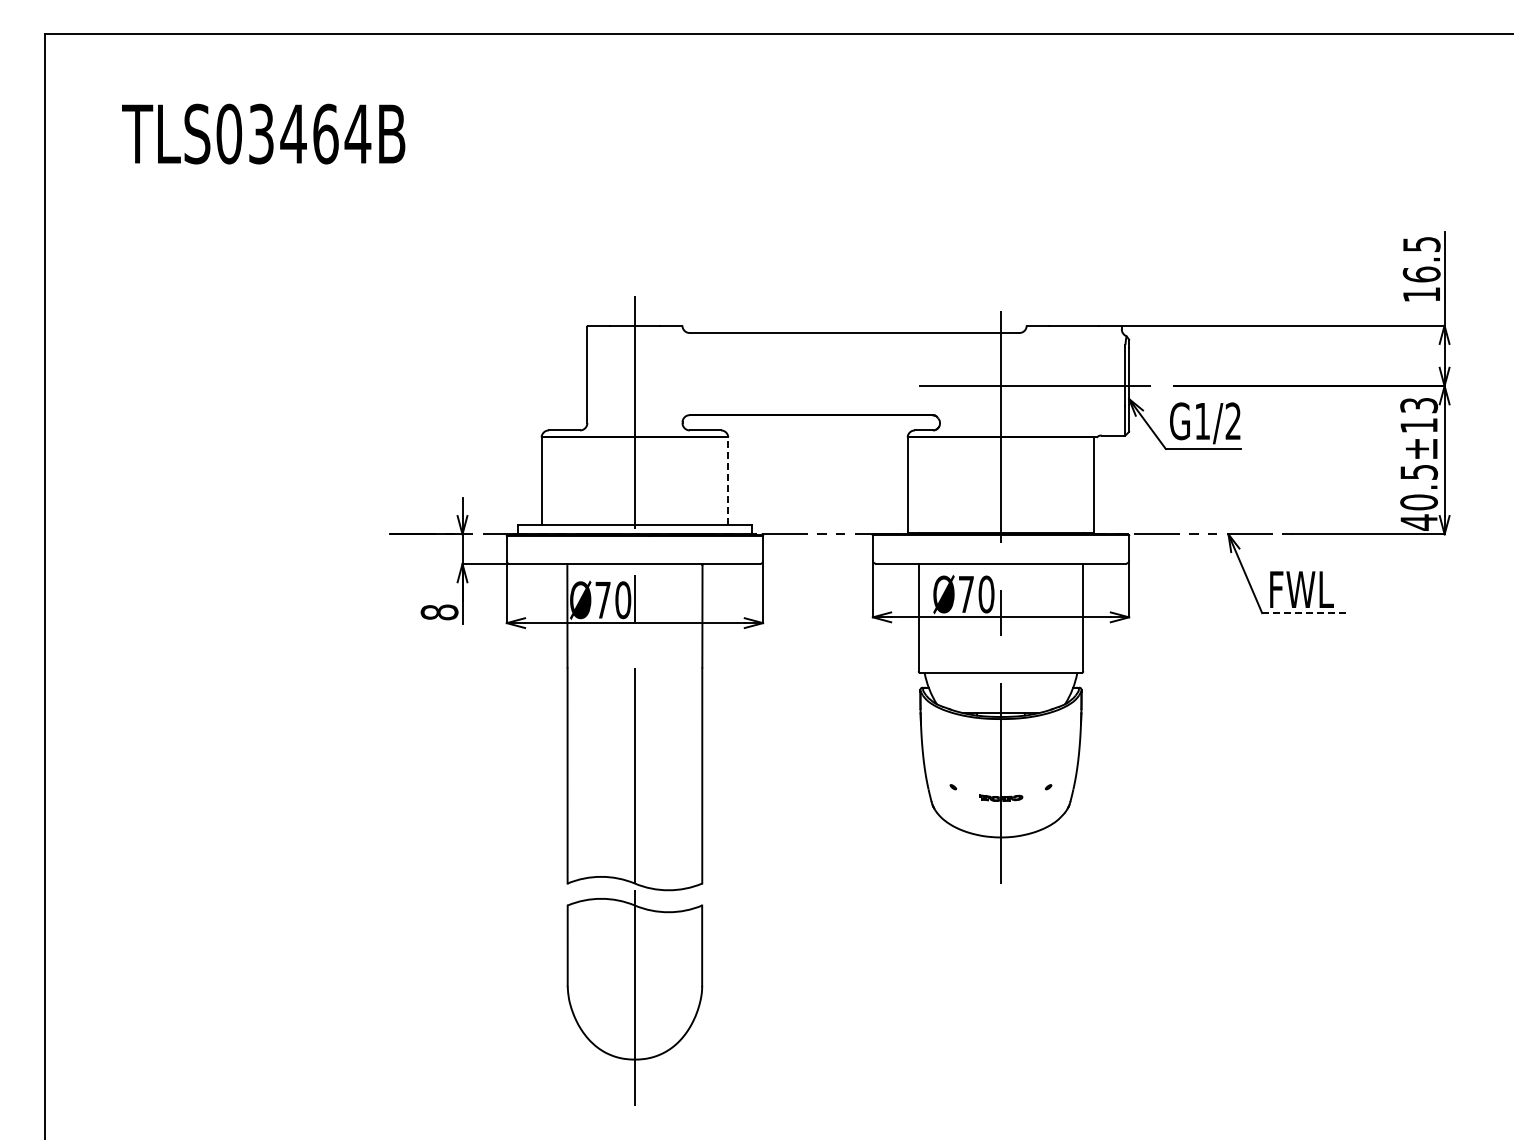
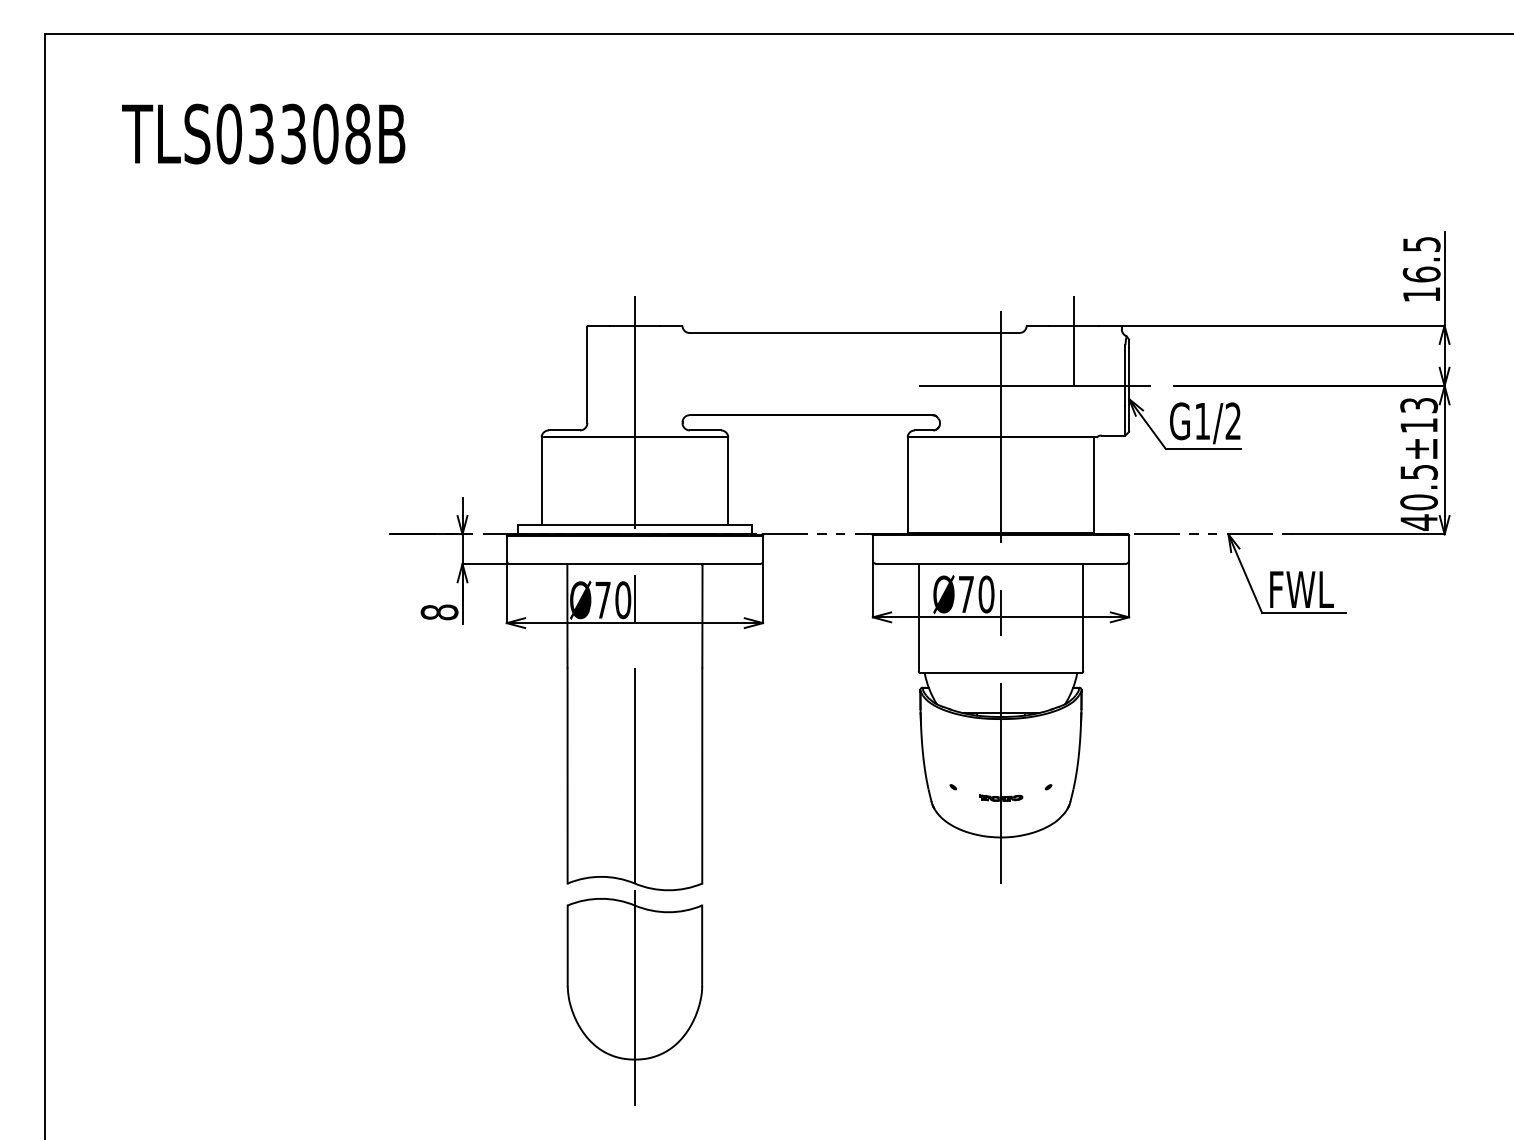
text at (325, 133): TLS03464B -> TLS03308B
line at (1074, 340): none -> present
line at (728, 481): dashed -> solid
line at (1303, 613): dashed -> solid
